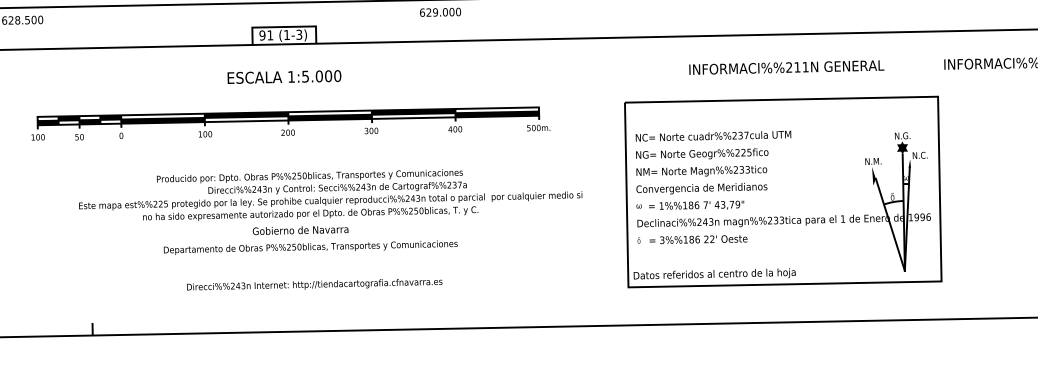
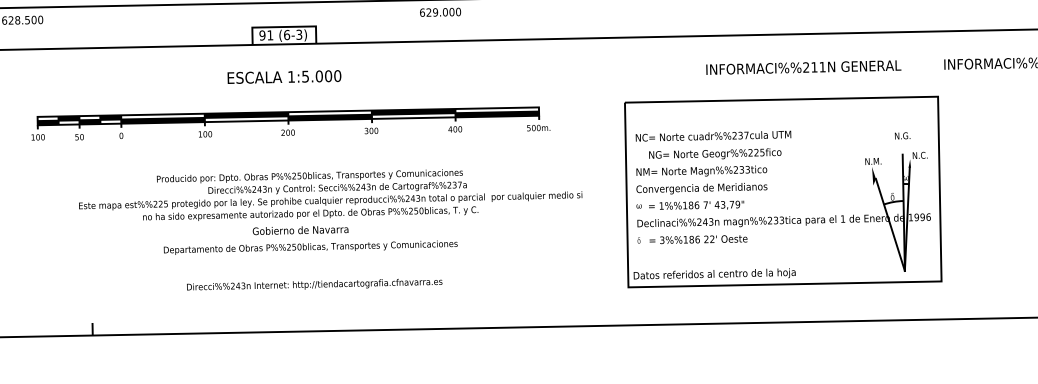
text at (287, 34): (1-3) -> (6-3)
text at (786, 67) position: (786, 67) -> (803, 67)
fill at (902, 147): present -> none
text at (702, 153) position: (702, 153) -> (715, 153)
